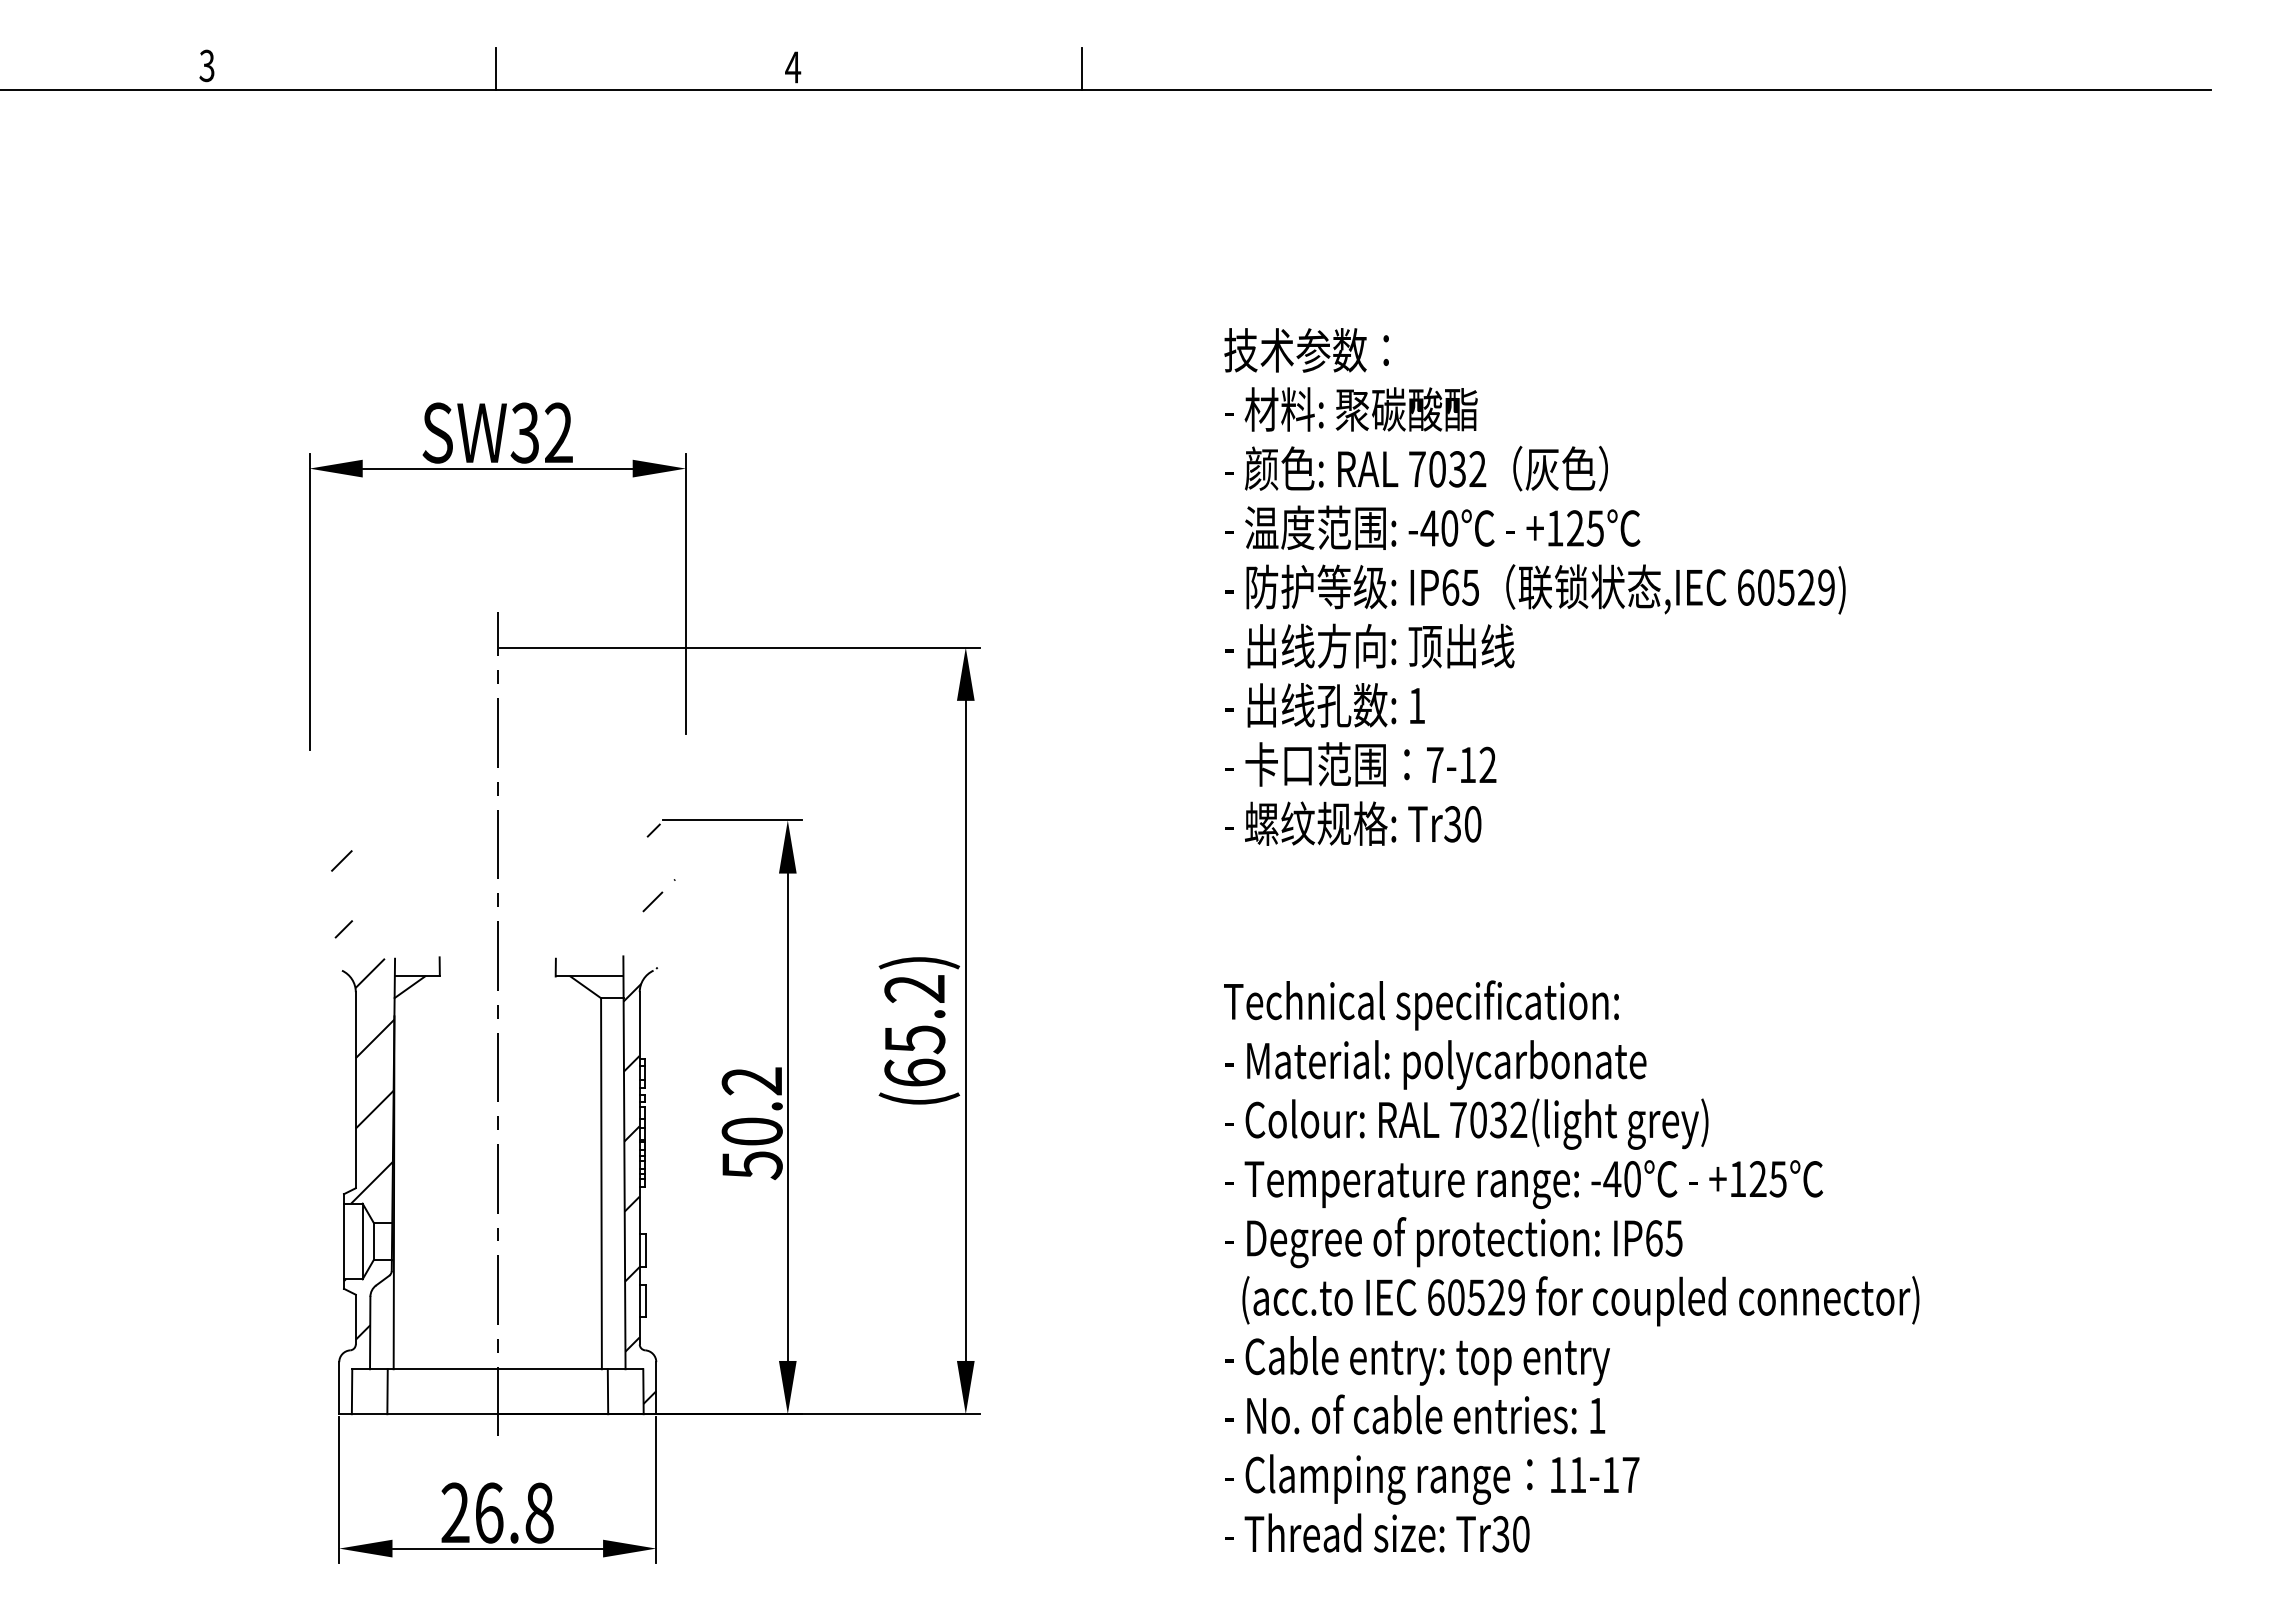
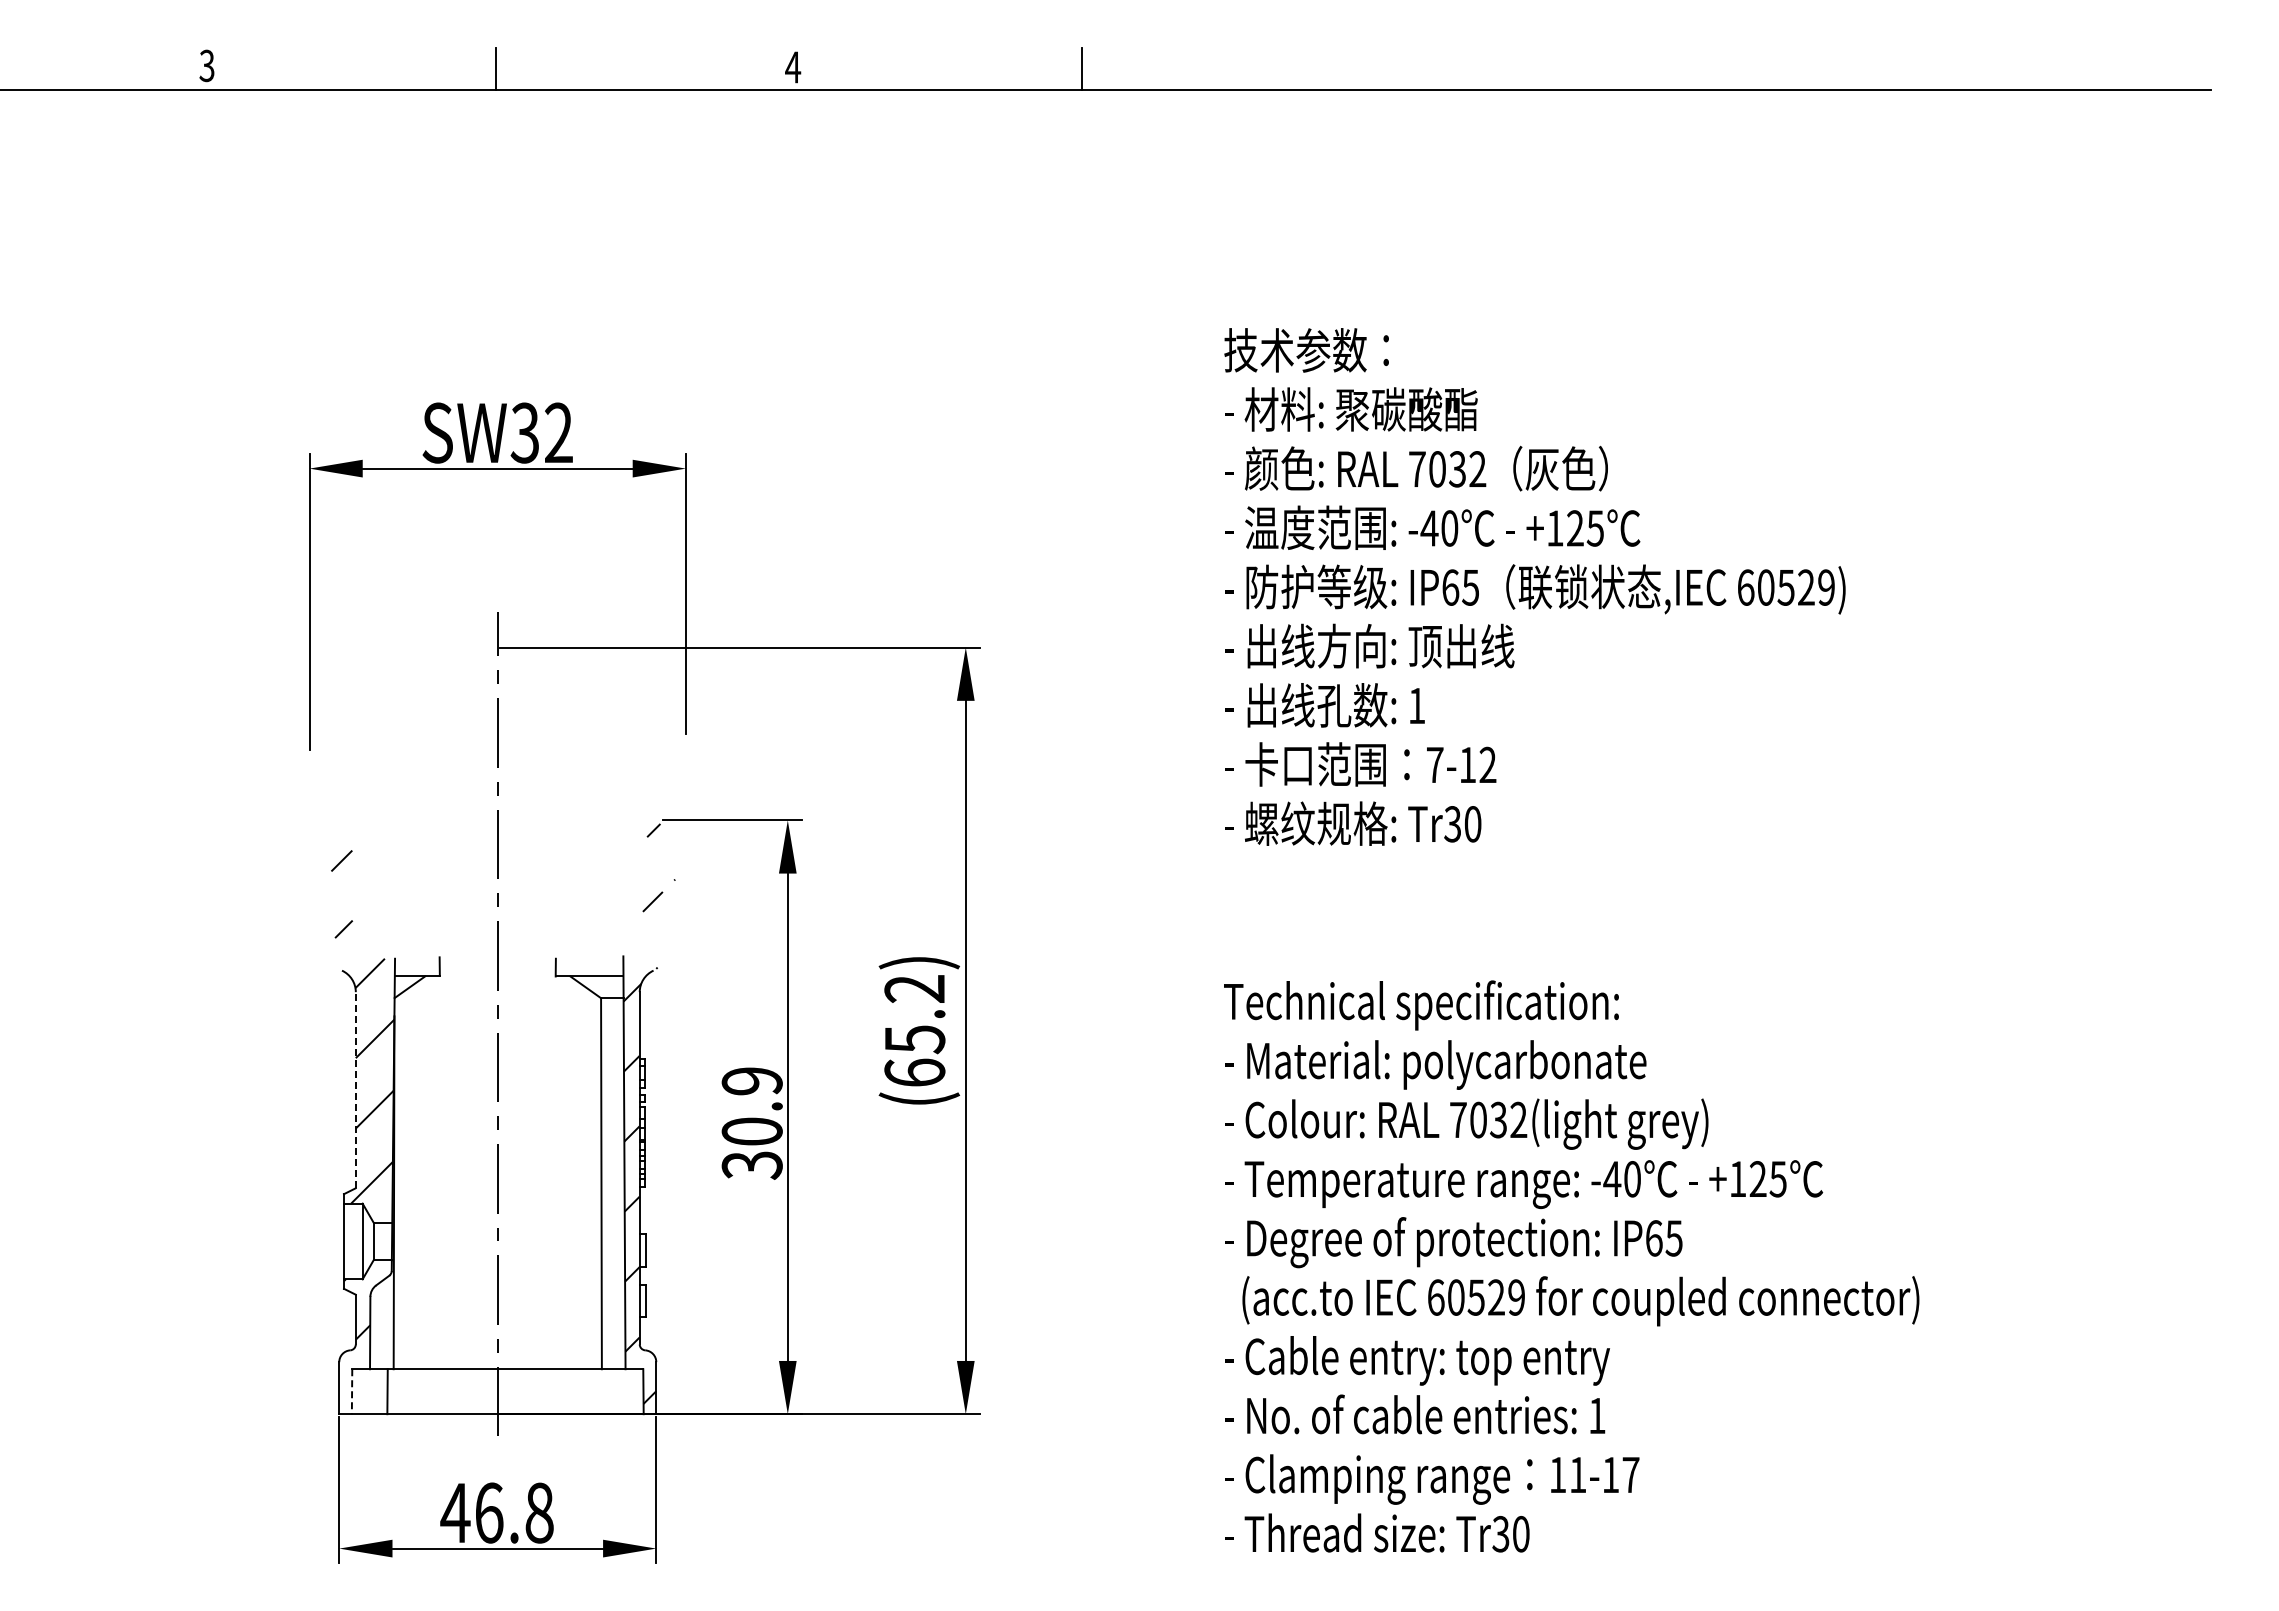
line at (355, 1089): solid -> dashed
text at (751, 1123): 50.2 -> 30.9
line at (607, 1391): present -> none
line at (352, 1392): solid -> dashed
text at (455, 1512): 26.8 -> 46.8
